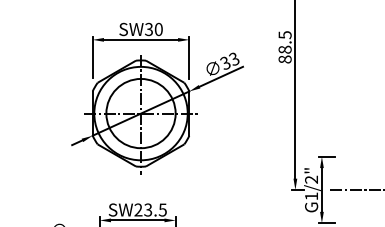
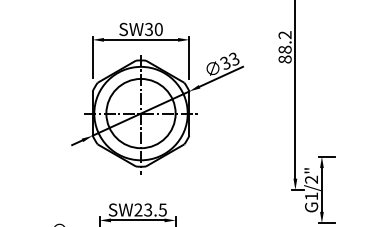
text at (284, 35): 88.5 -> 88.2
line at (355, 189): present -> none
